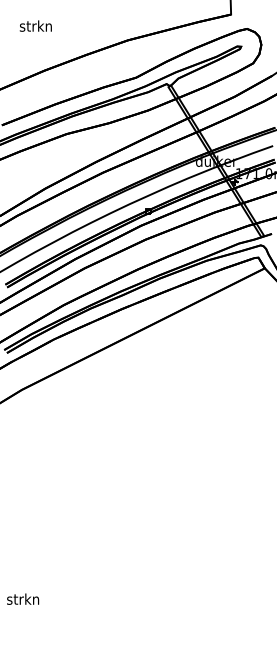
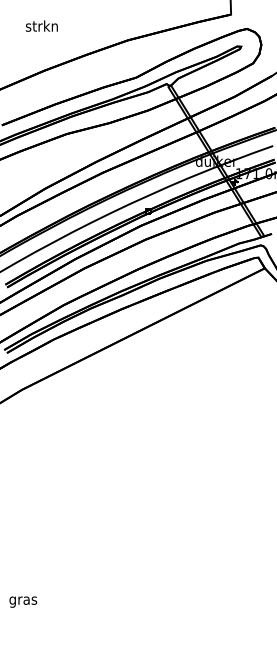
text at (35, 25) position: (35, 25) -> (41, 25)
text at (23, 600): strkn -> gras
